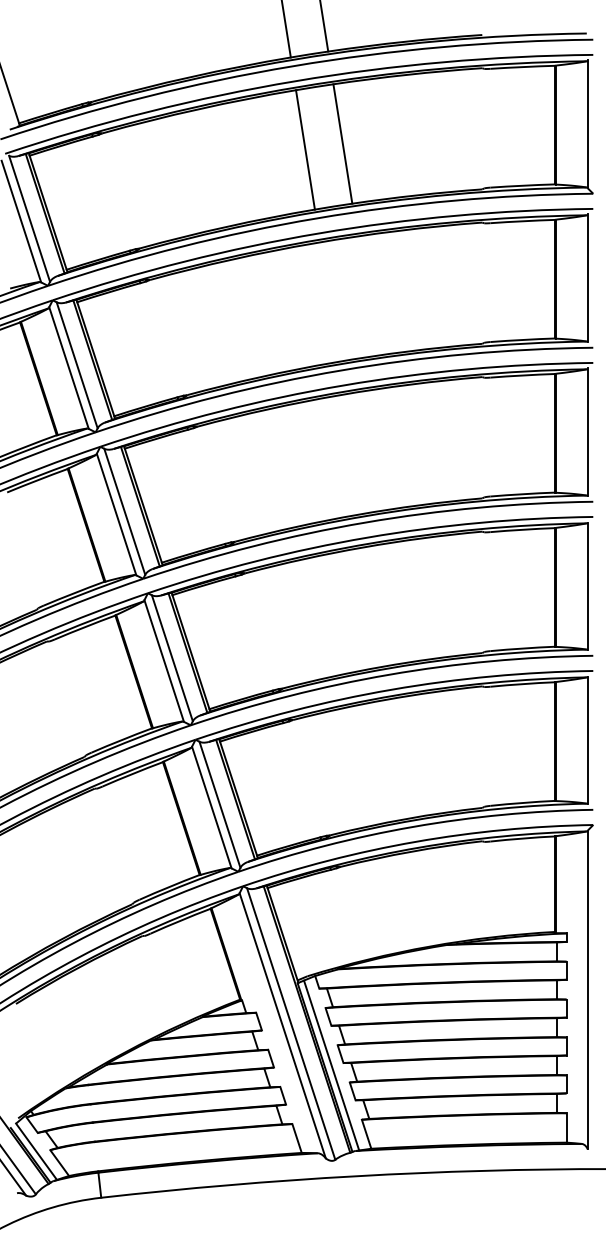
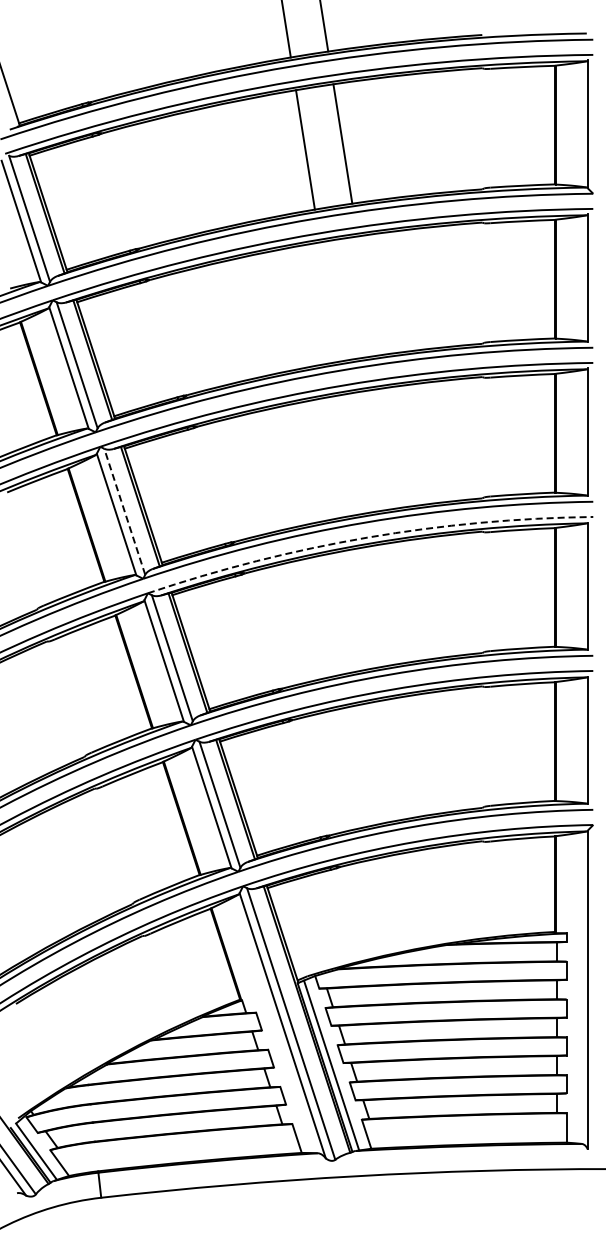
line at (124, 511): solid -> dashed
arc at (367, 537): solid -> dashed
